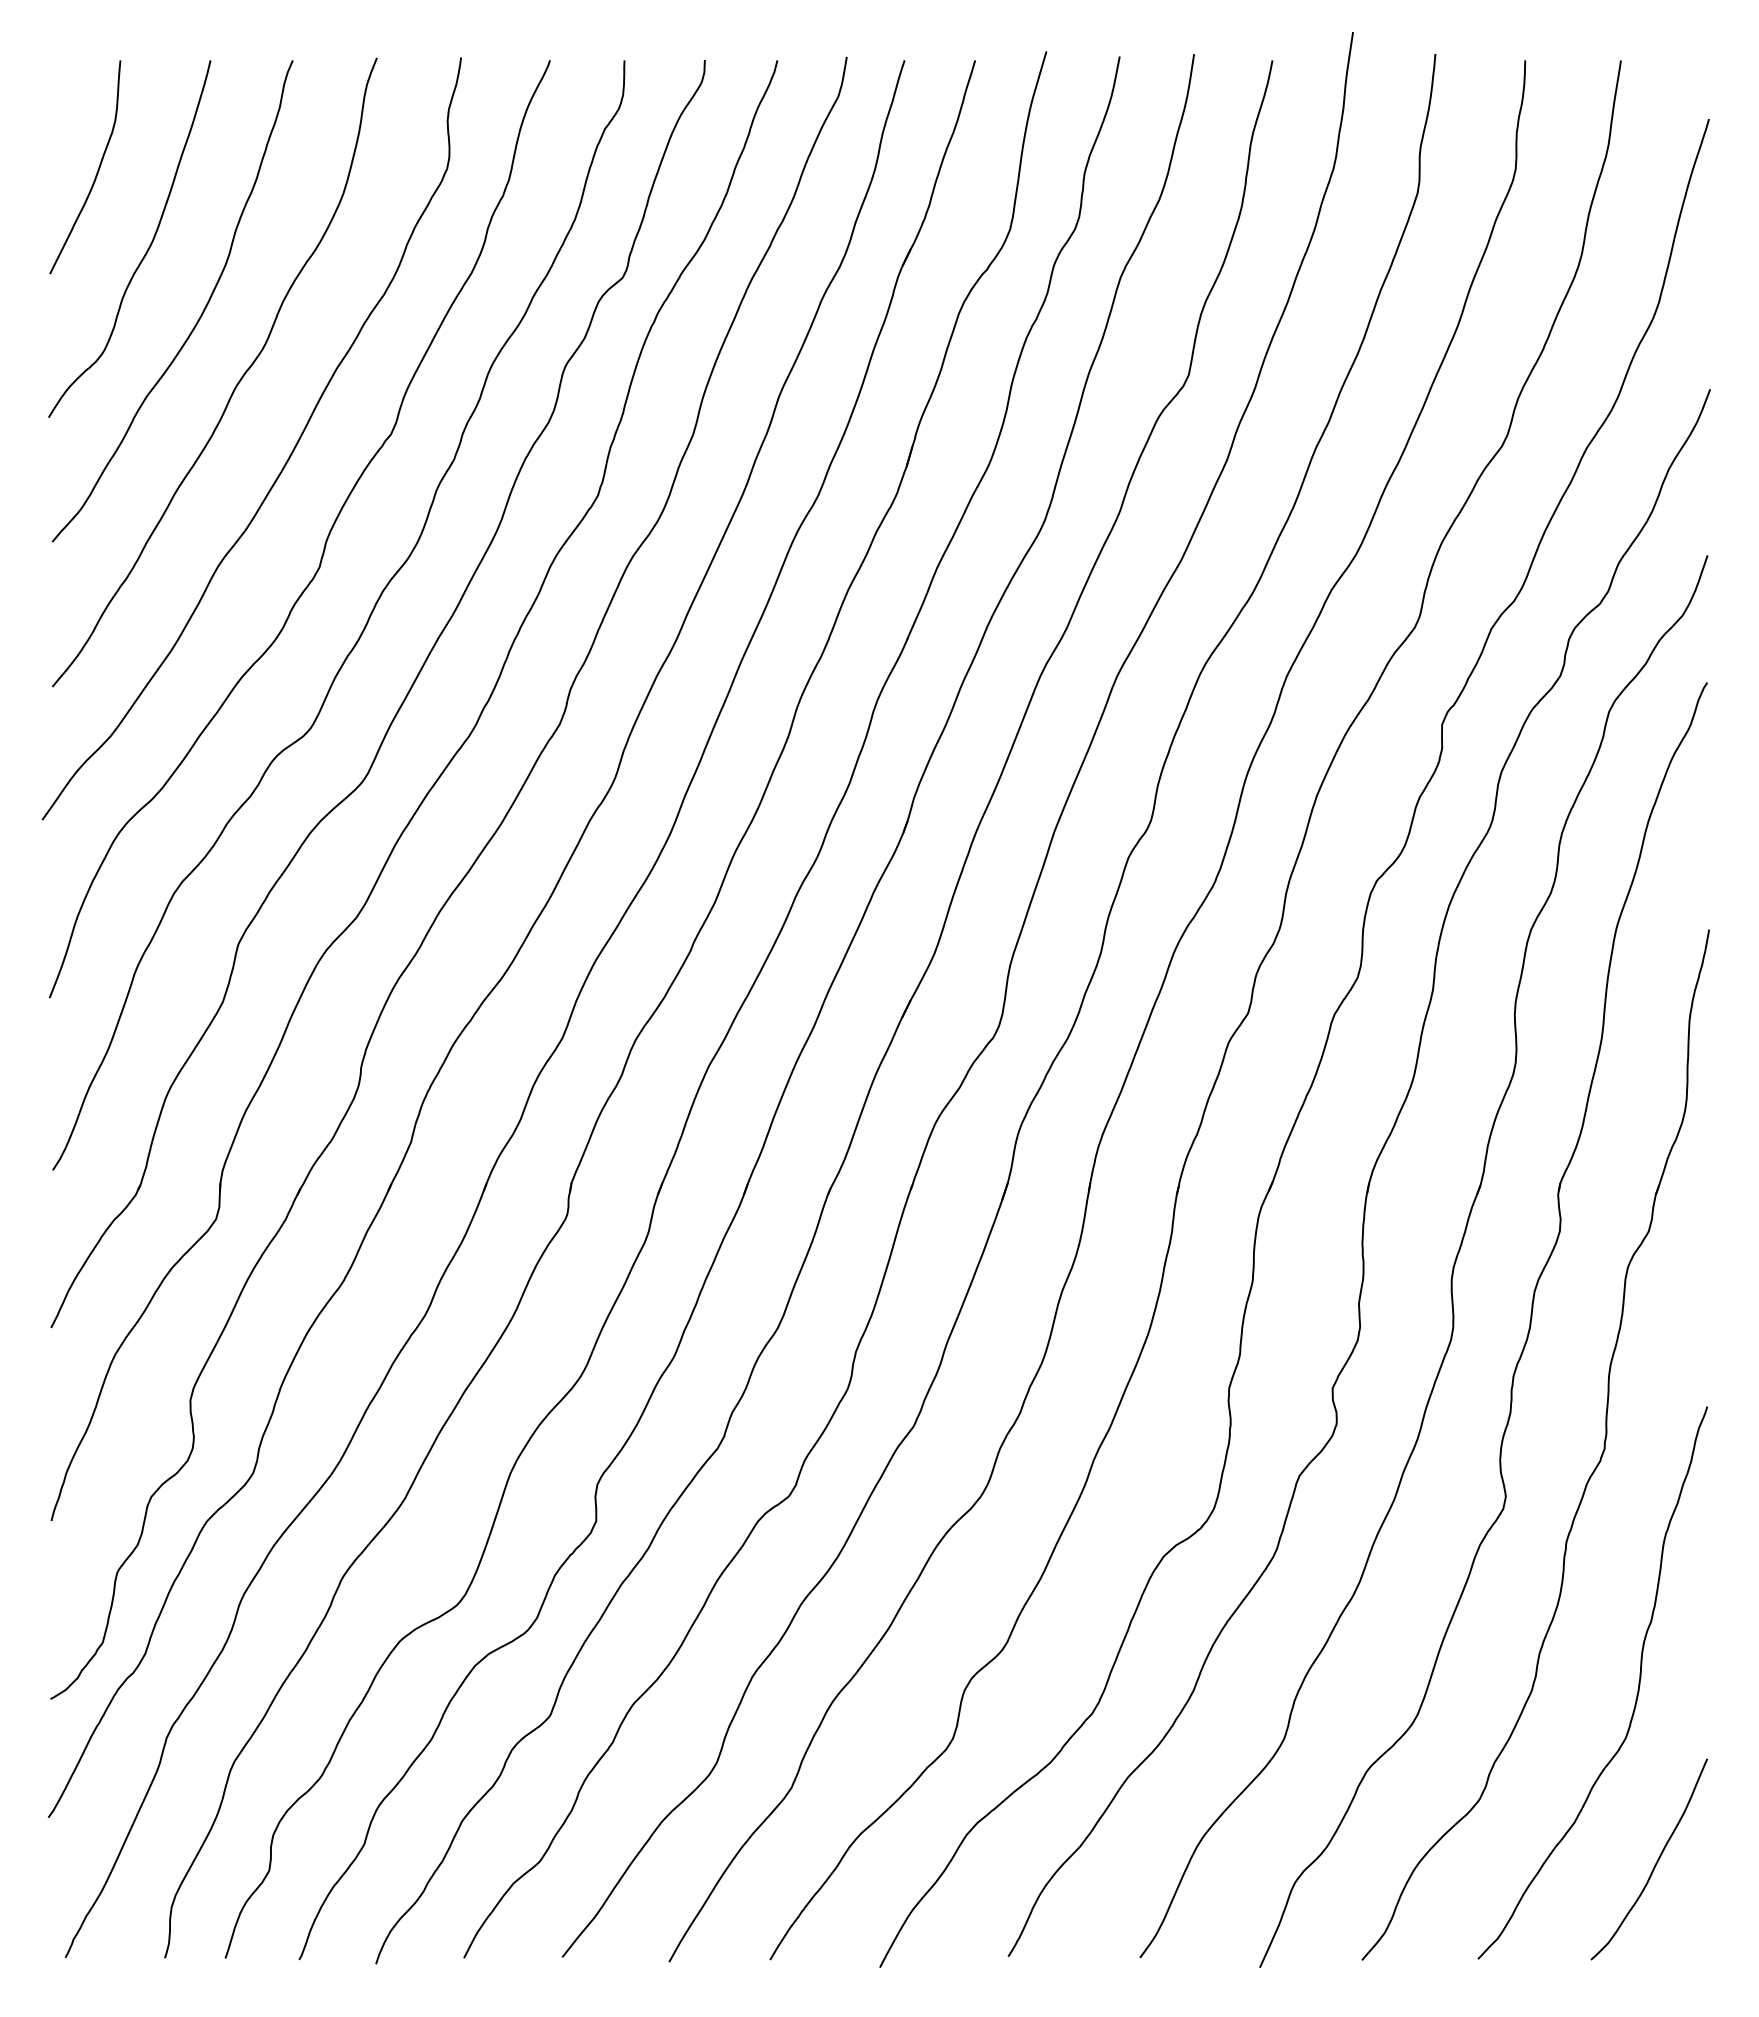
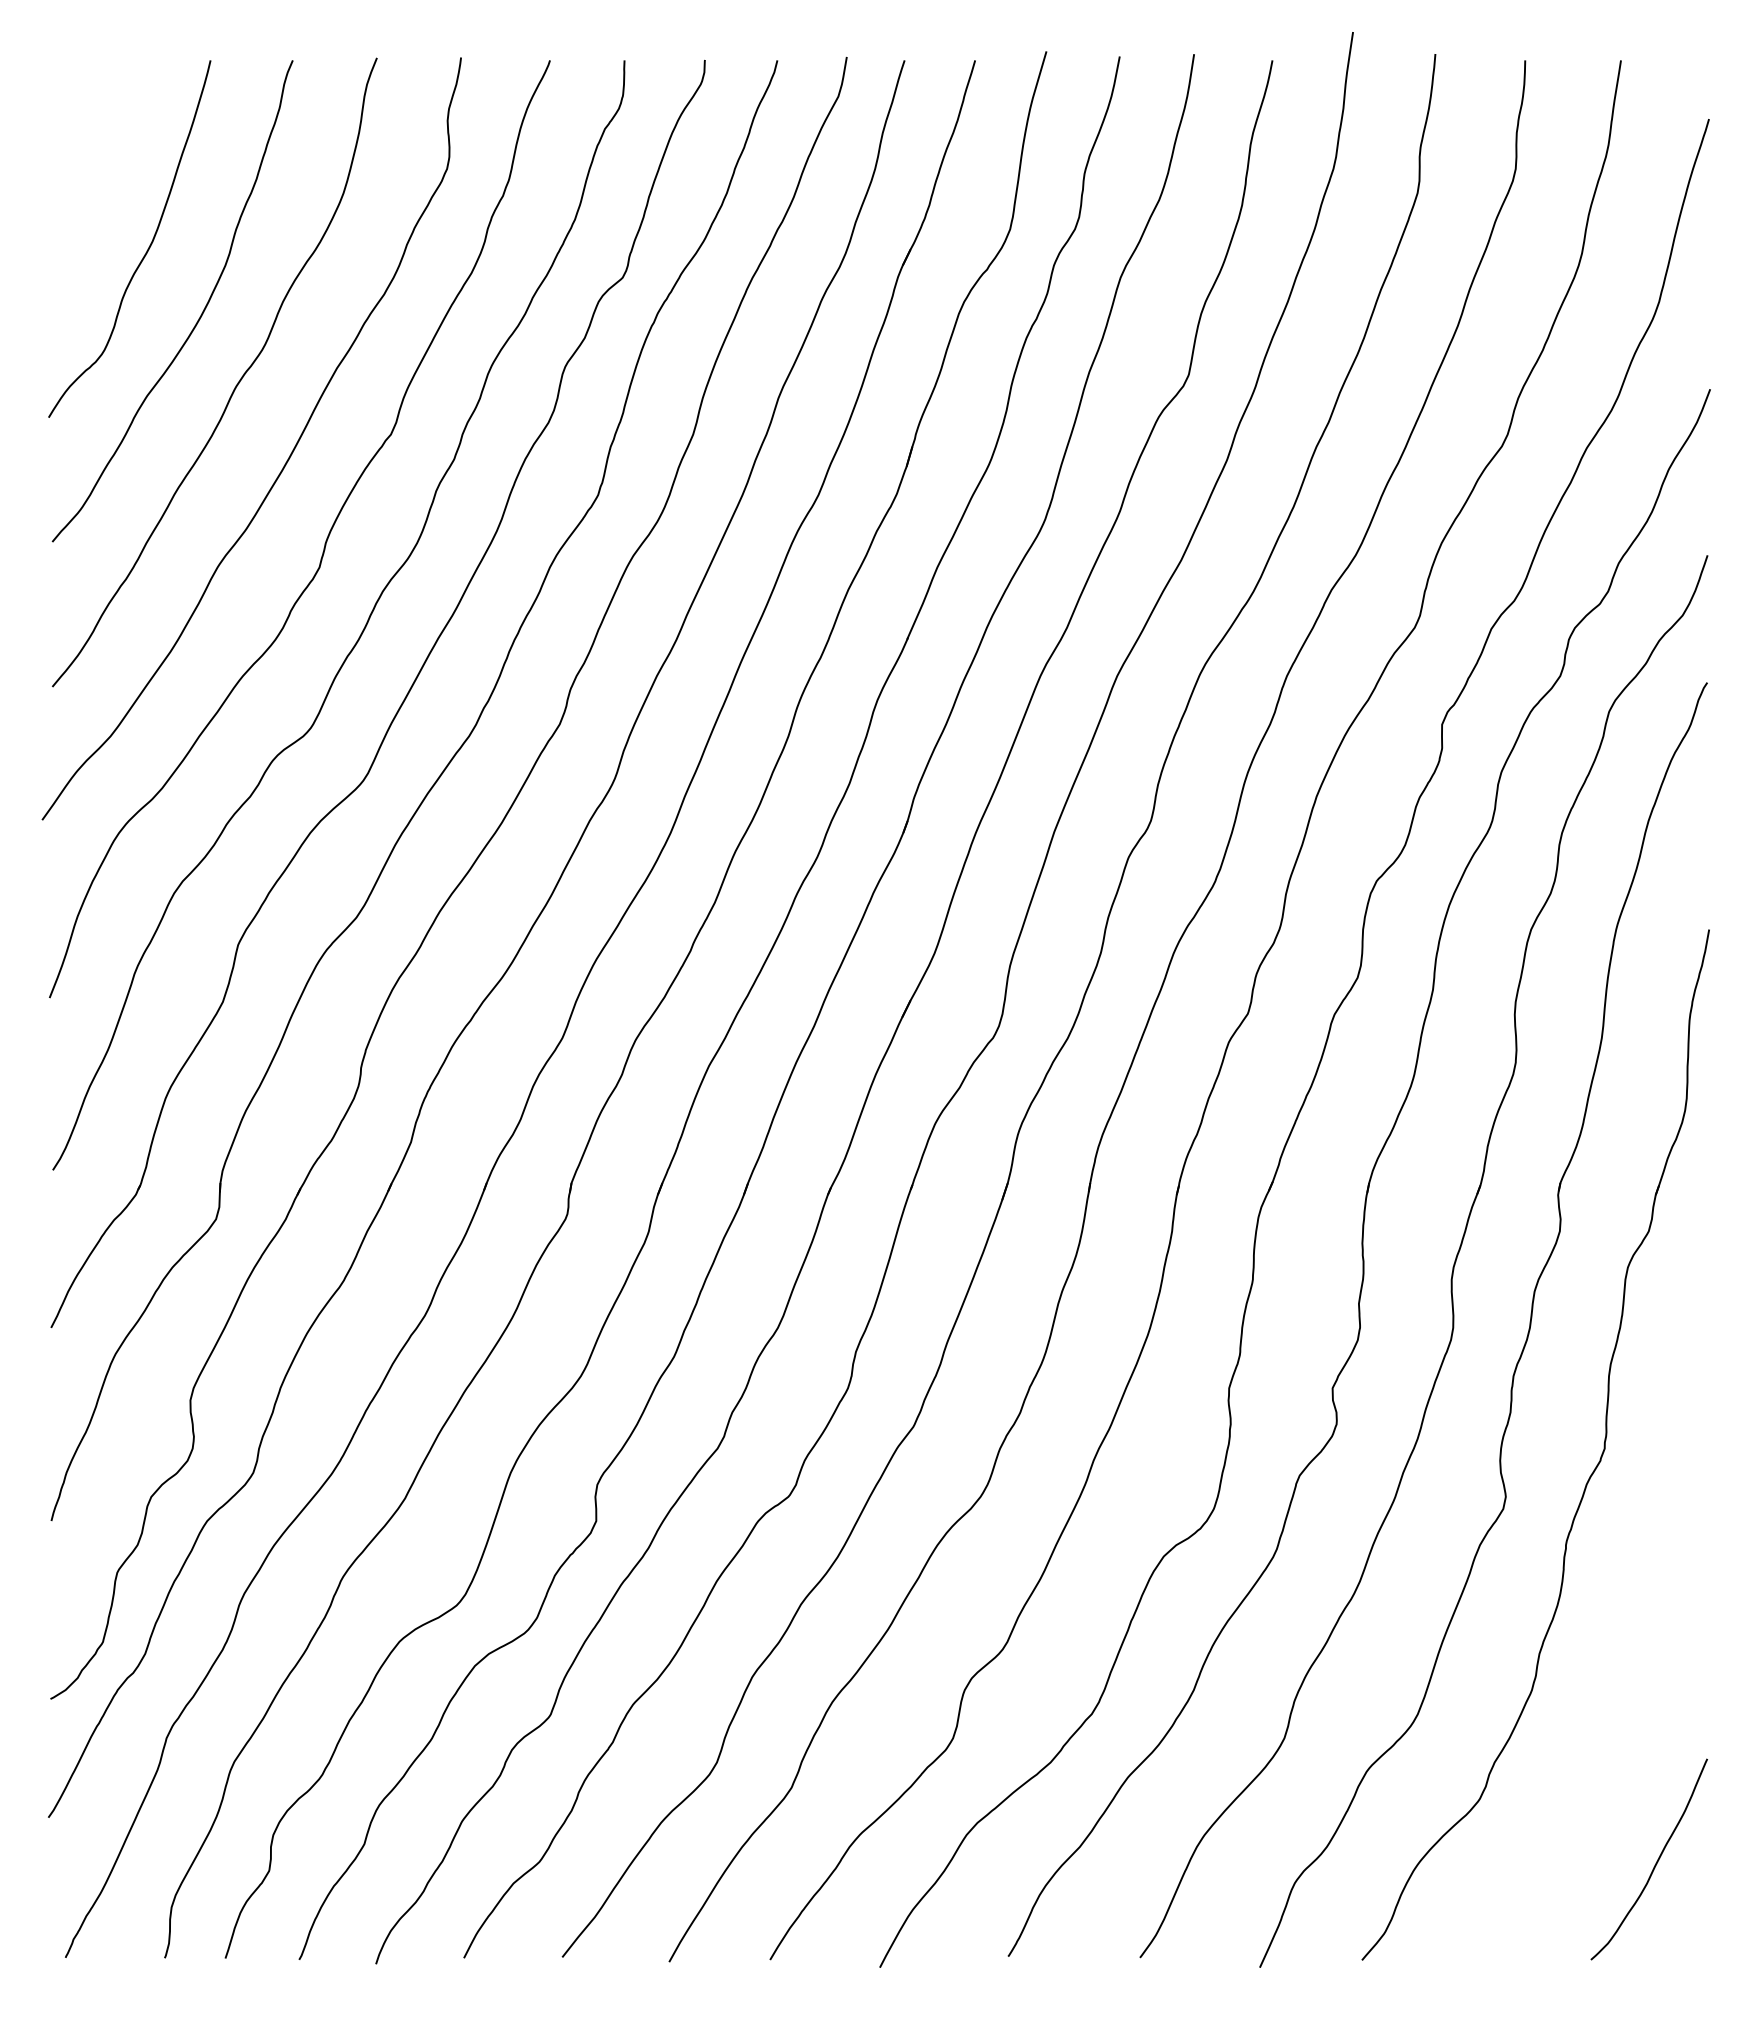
curve at (96, 172): present -> none
curve at (1637, 1689): present -> none
